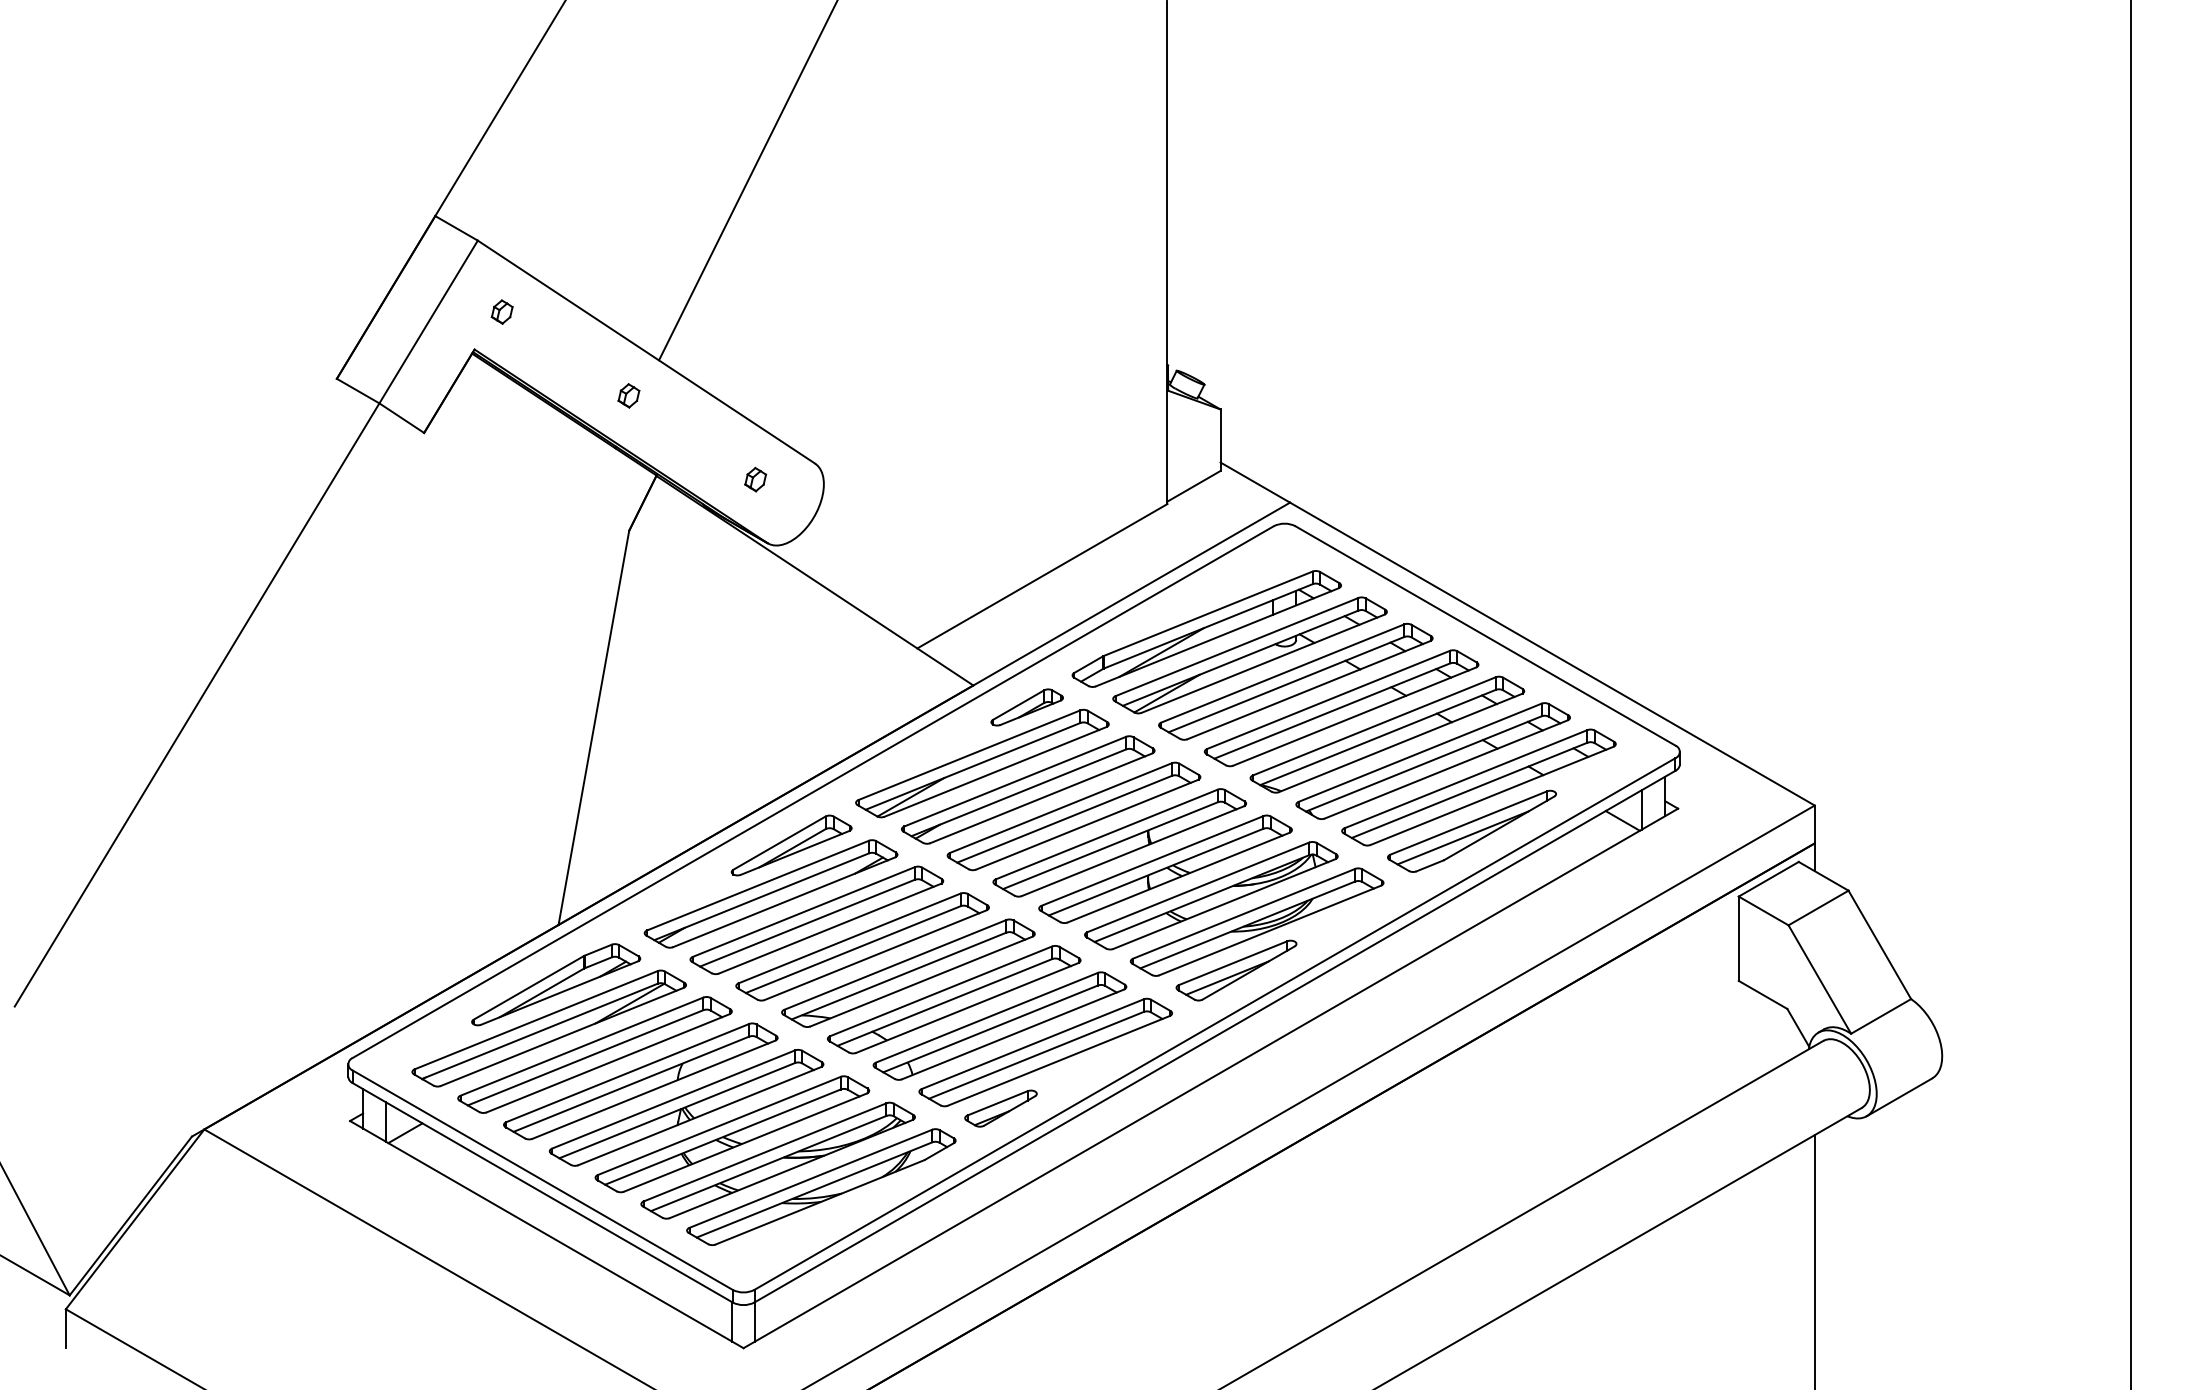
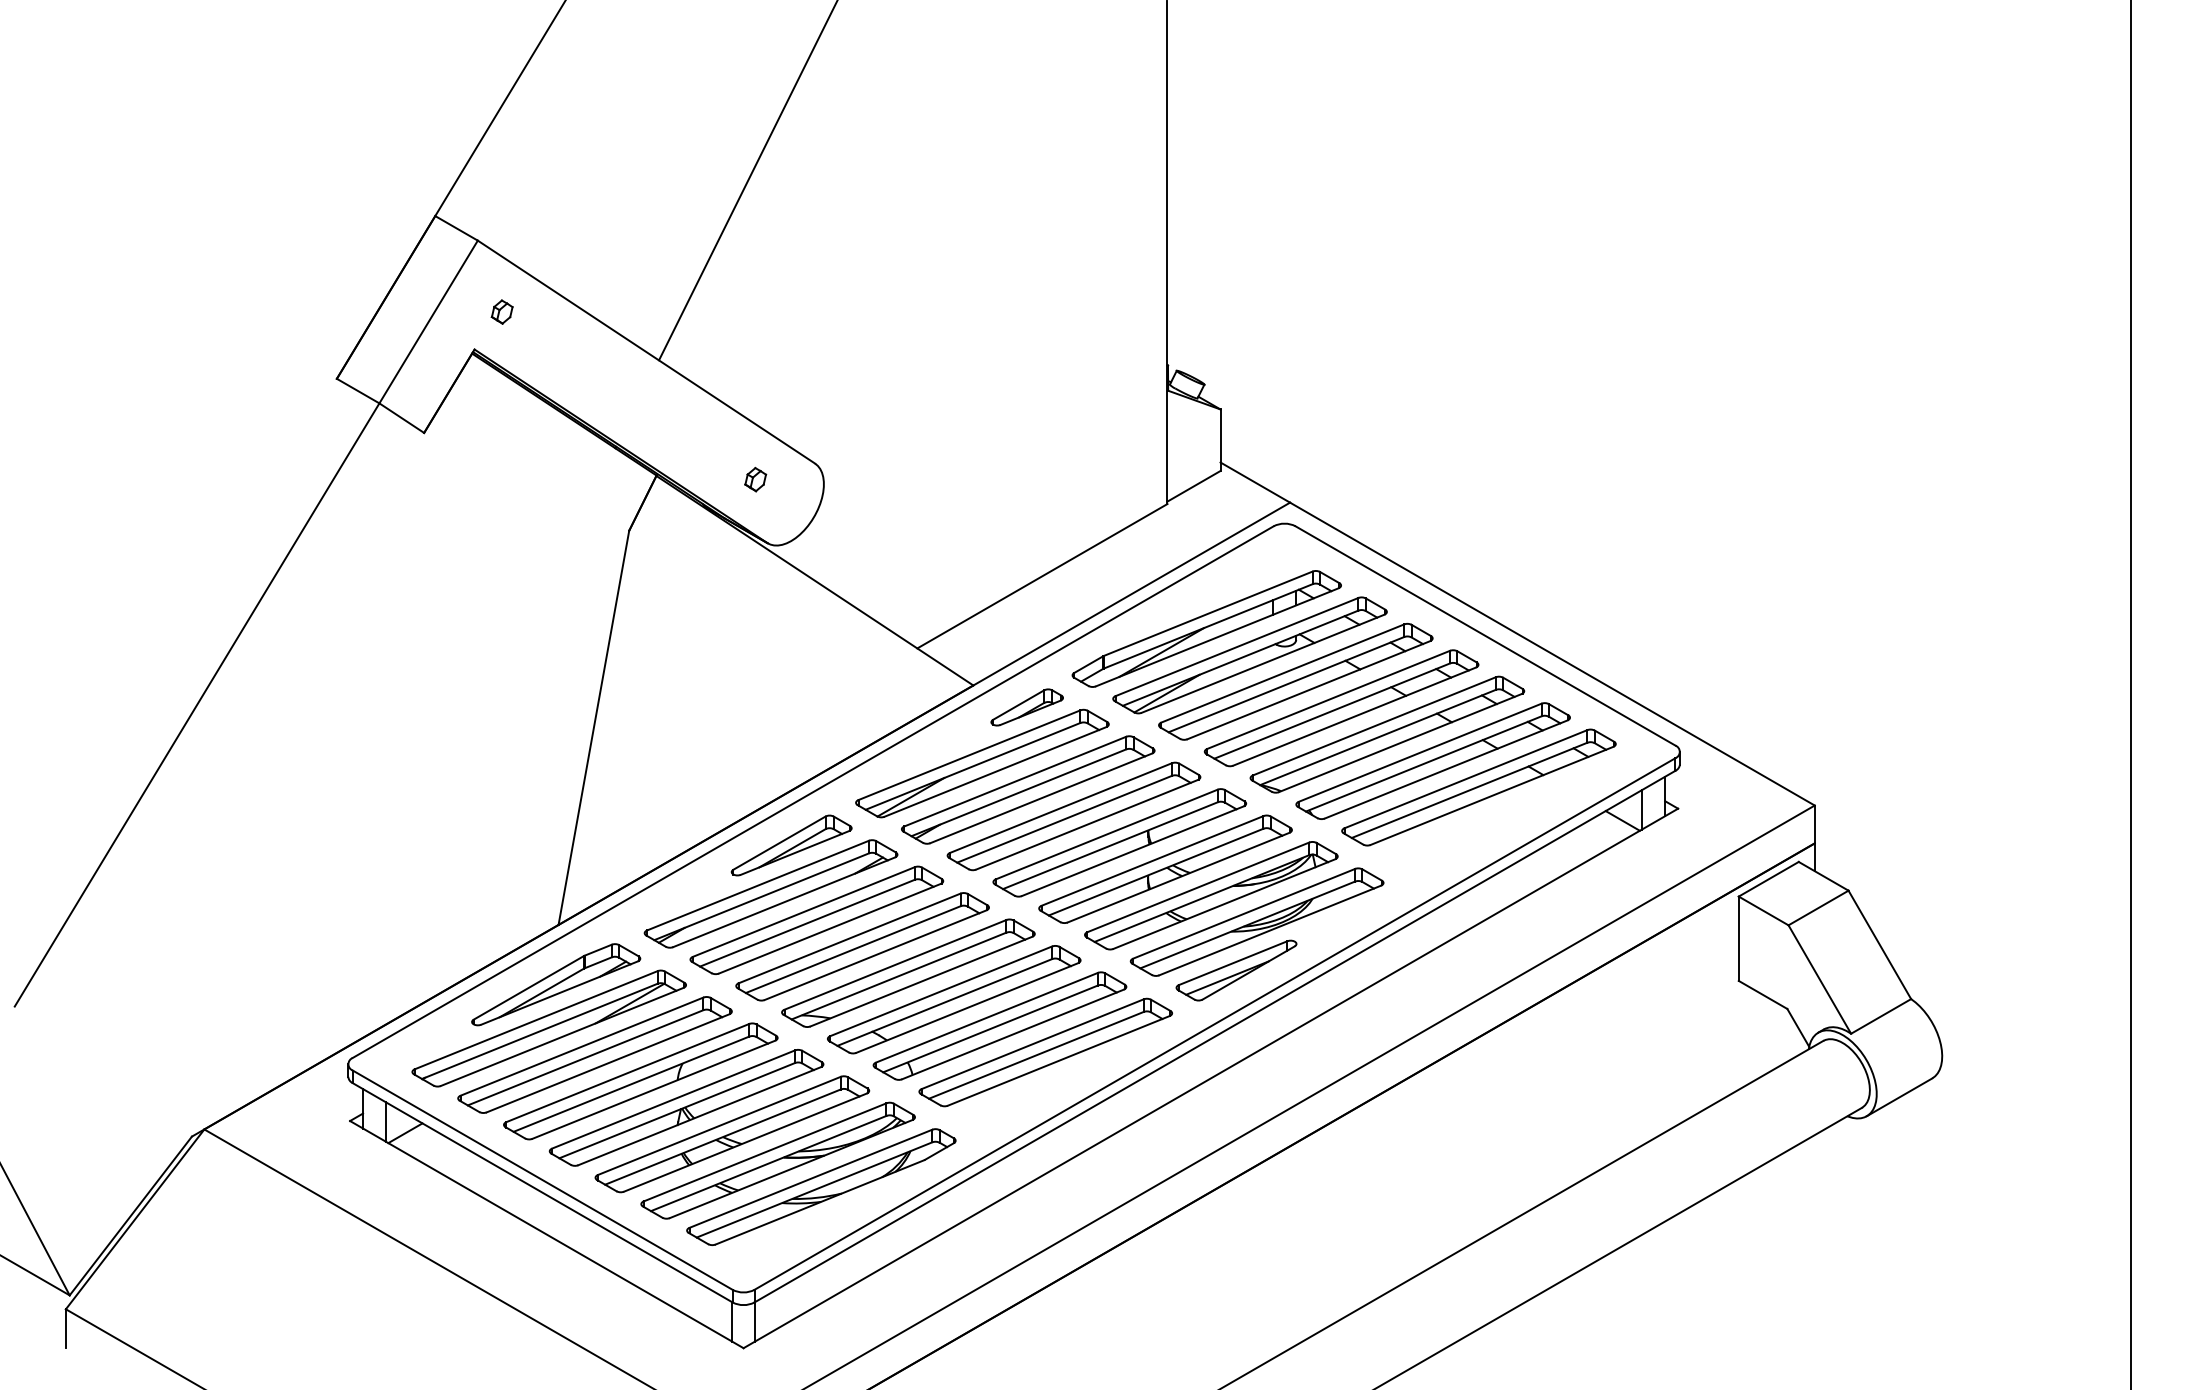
part at (628, 395): present -> none
part at (1471, 830): present -> none
part at (1000, 1108): present -> none
line at (1814, 1260): present -> none
